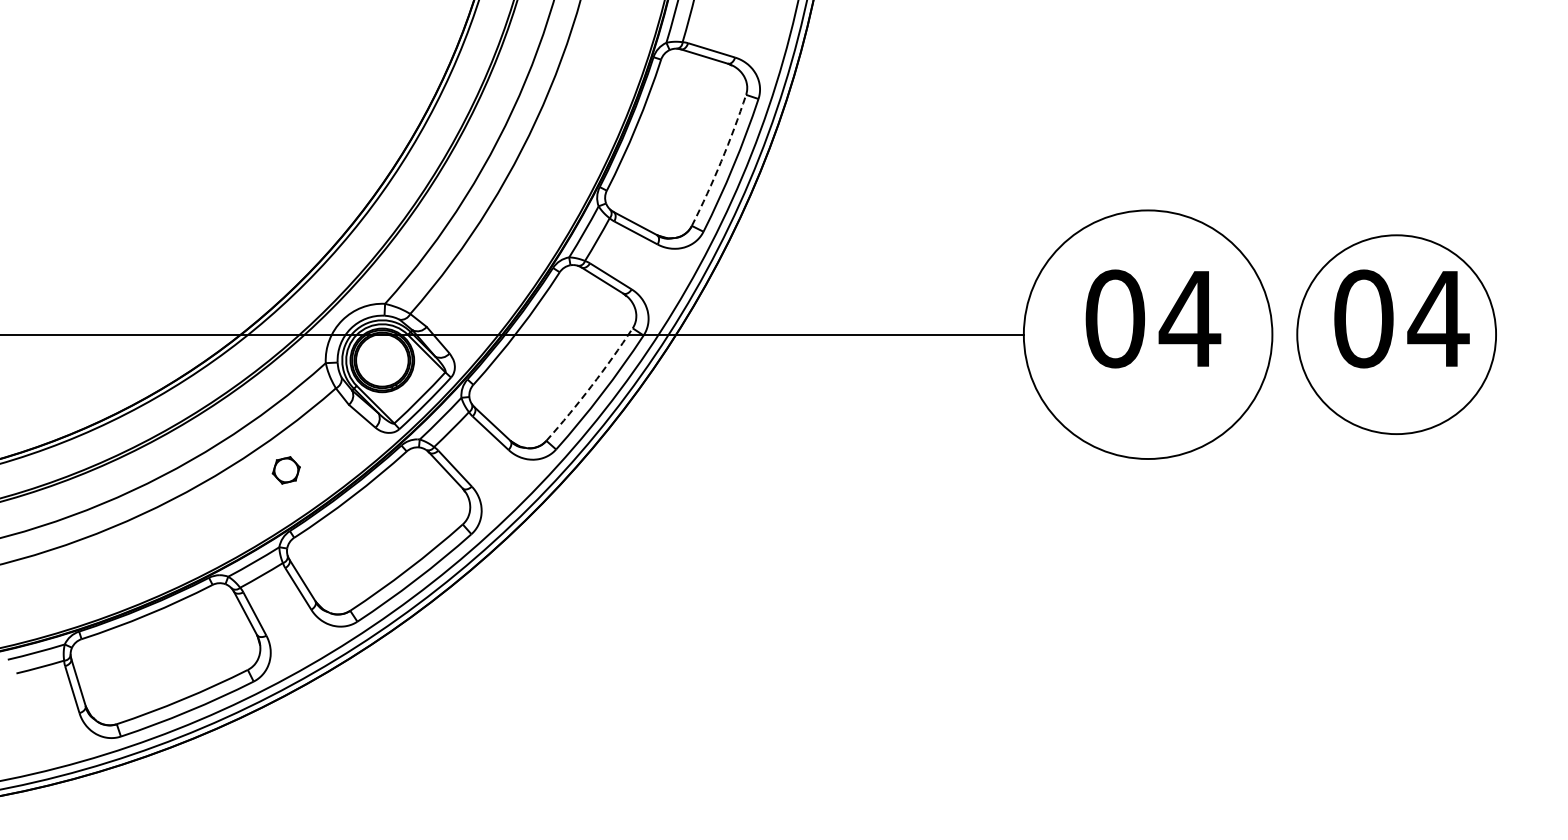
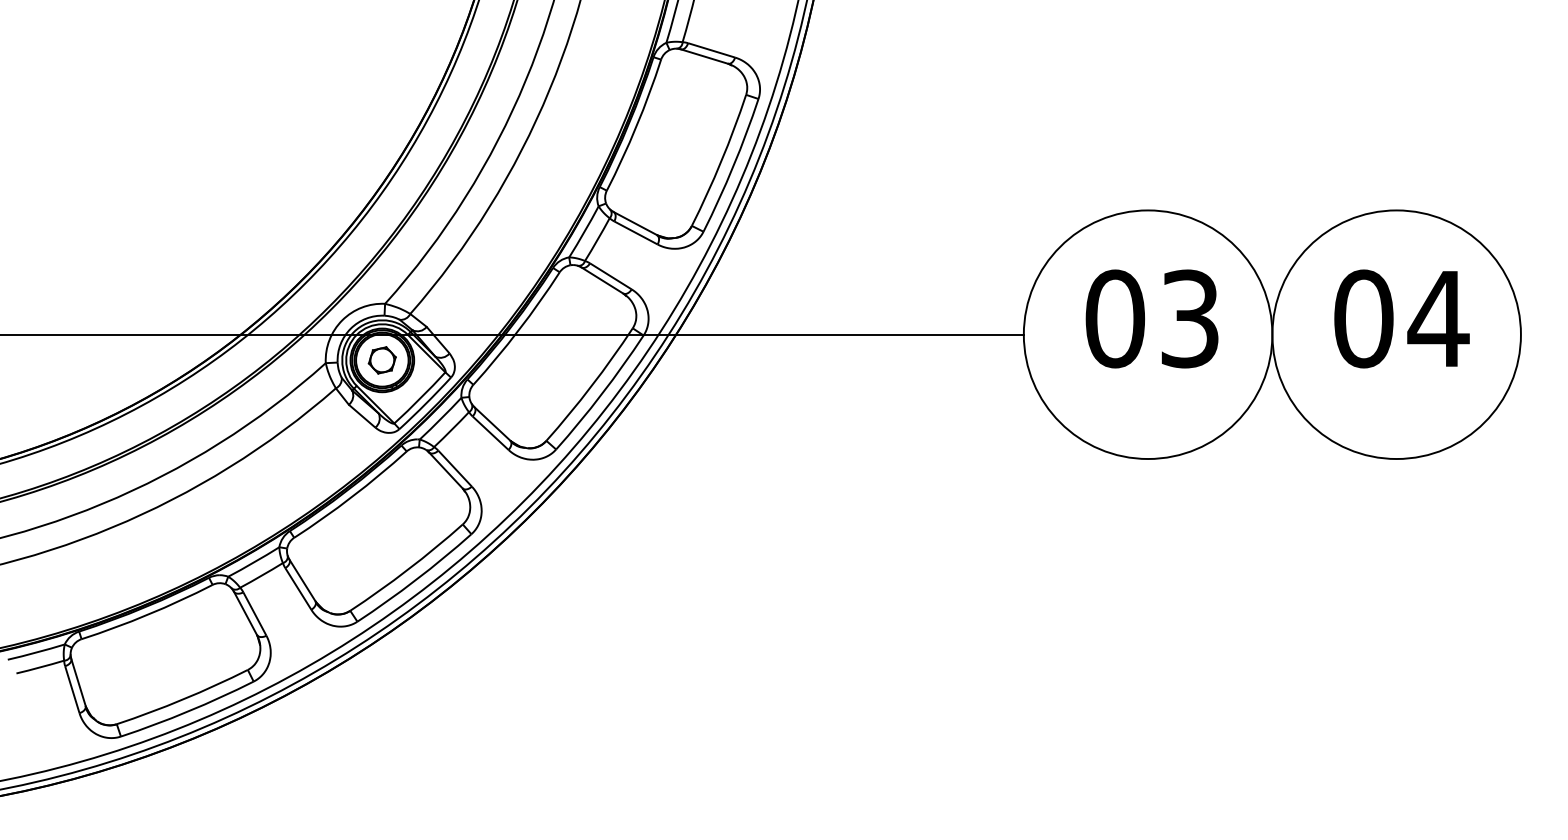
arc at (721, 161): dashed -> solid
text at (1189, 318): 04 -> 03
circle at (1396, 334) diameter: 199 px -> 249 px
arc at (591, 386): dashed -> solid
part at (285, 470) position: (285, 470) -> (381, 360)
